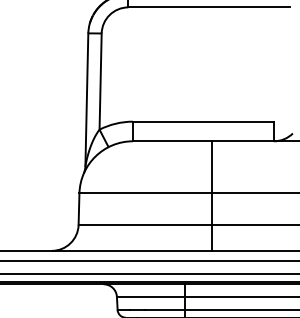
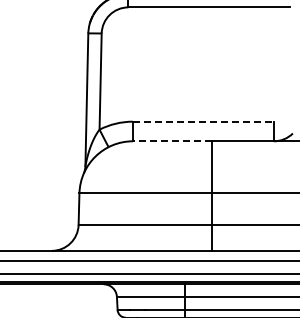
line at (203, 121): solid -> dashed
line at (171, 141): solid -> dashed
